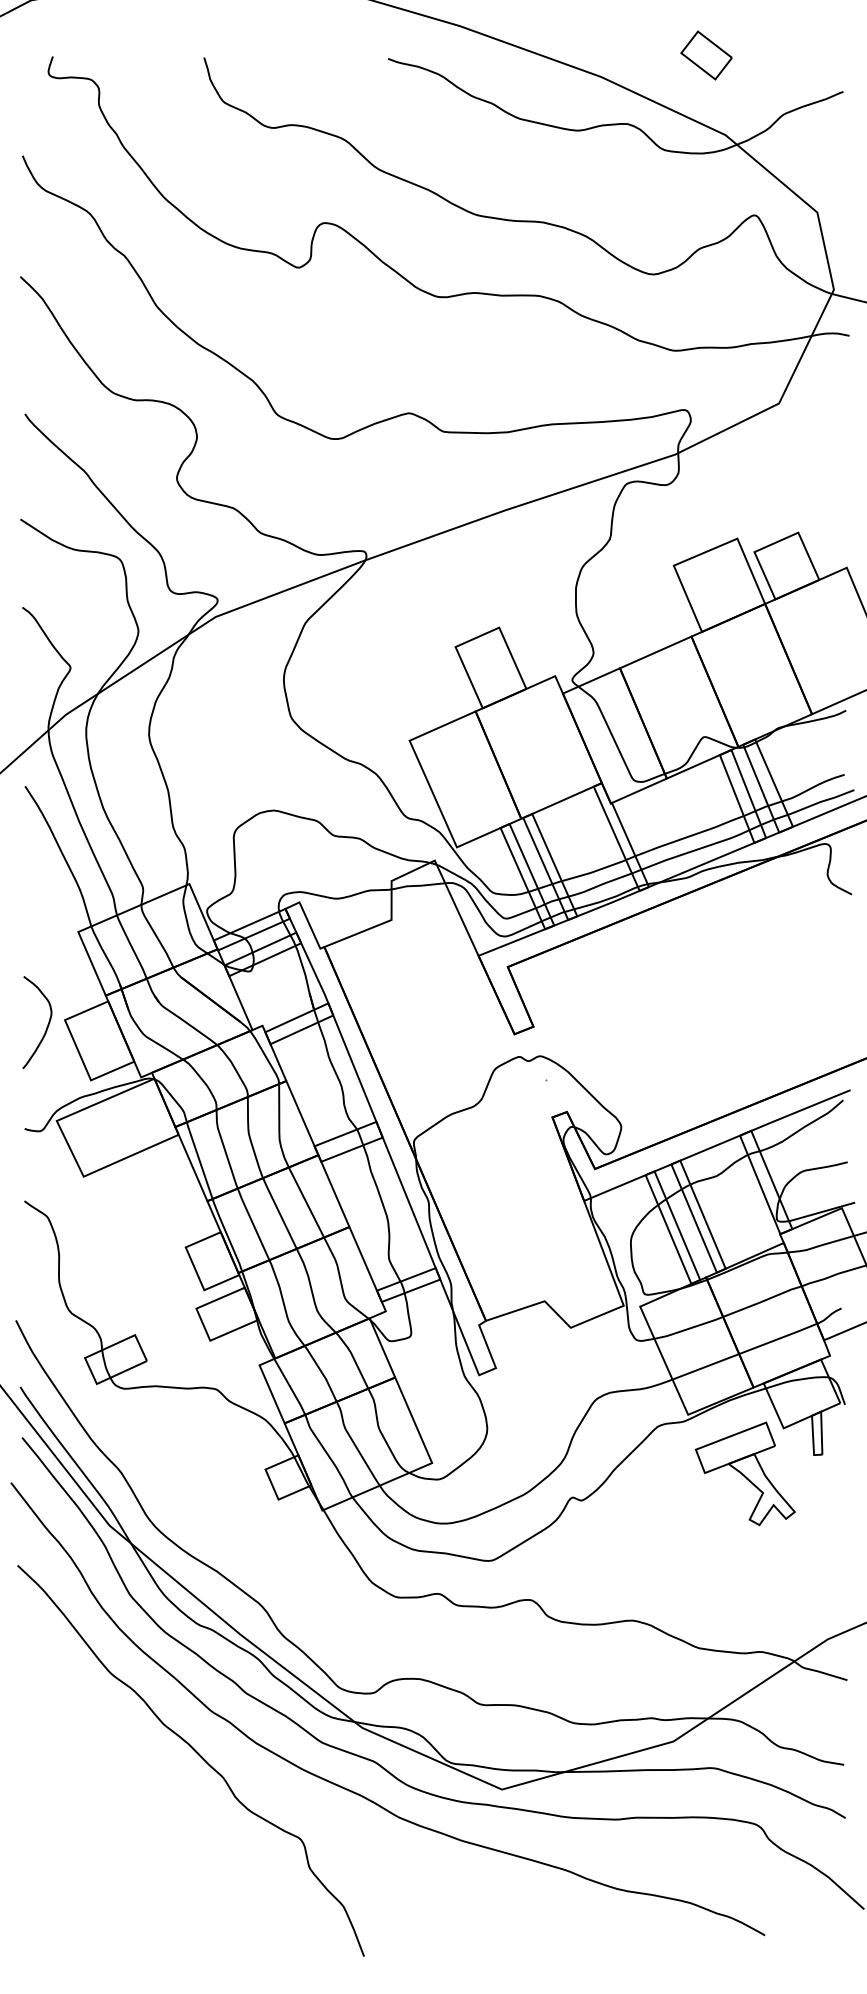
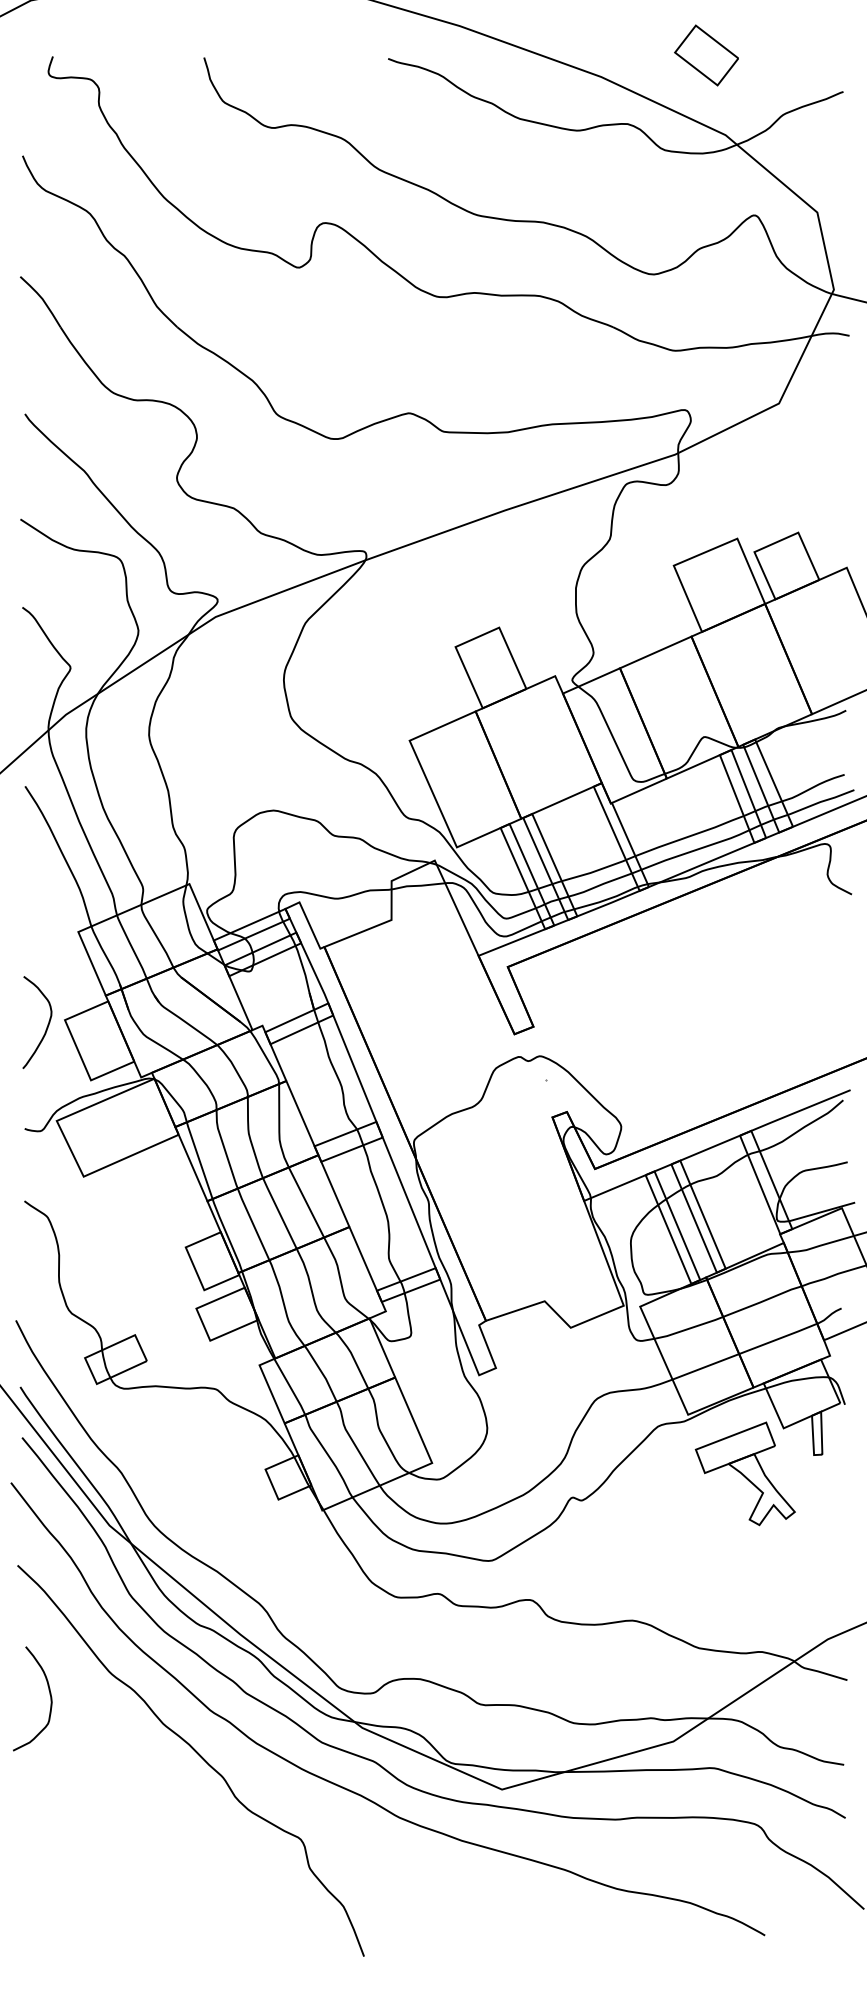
part at (706, 55) size: 53x51 px -> 65x63 px
curve at (49, 1694): none -> present
